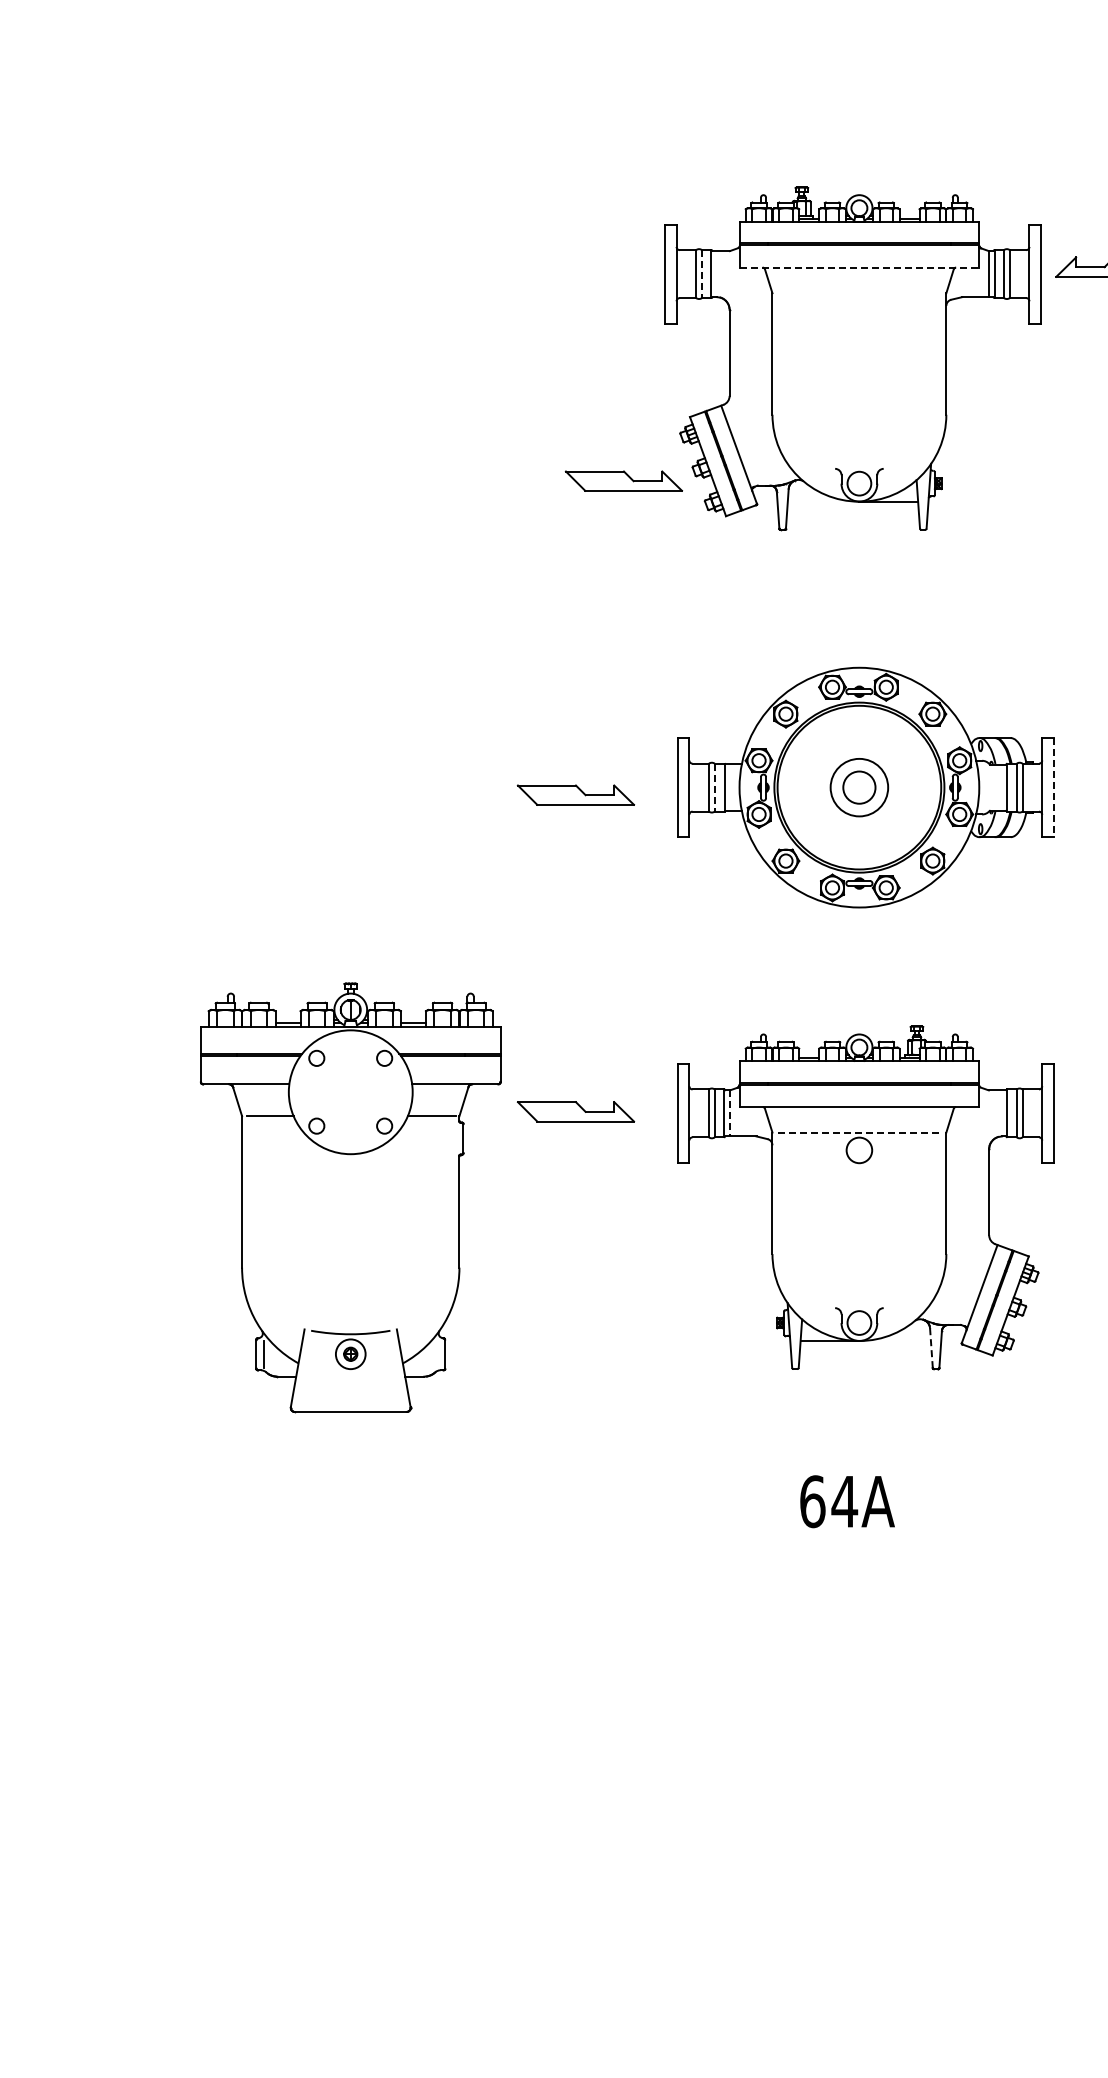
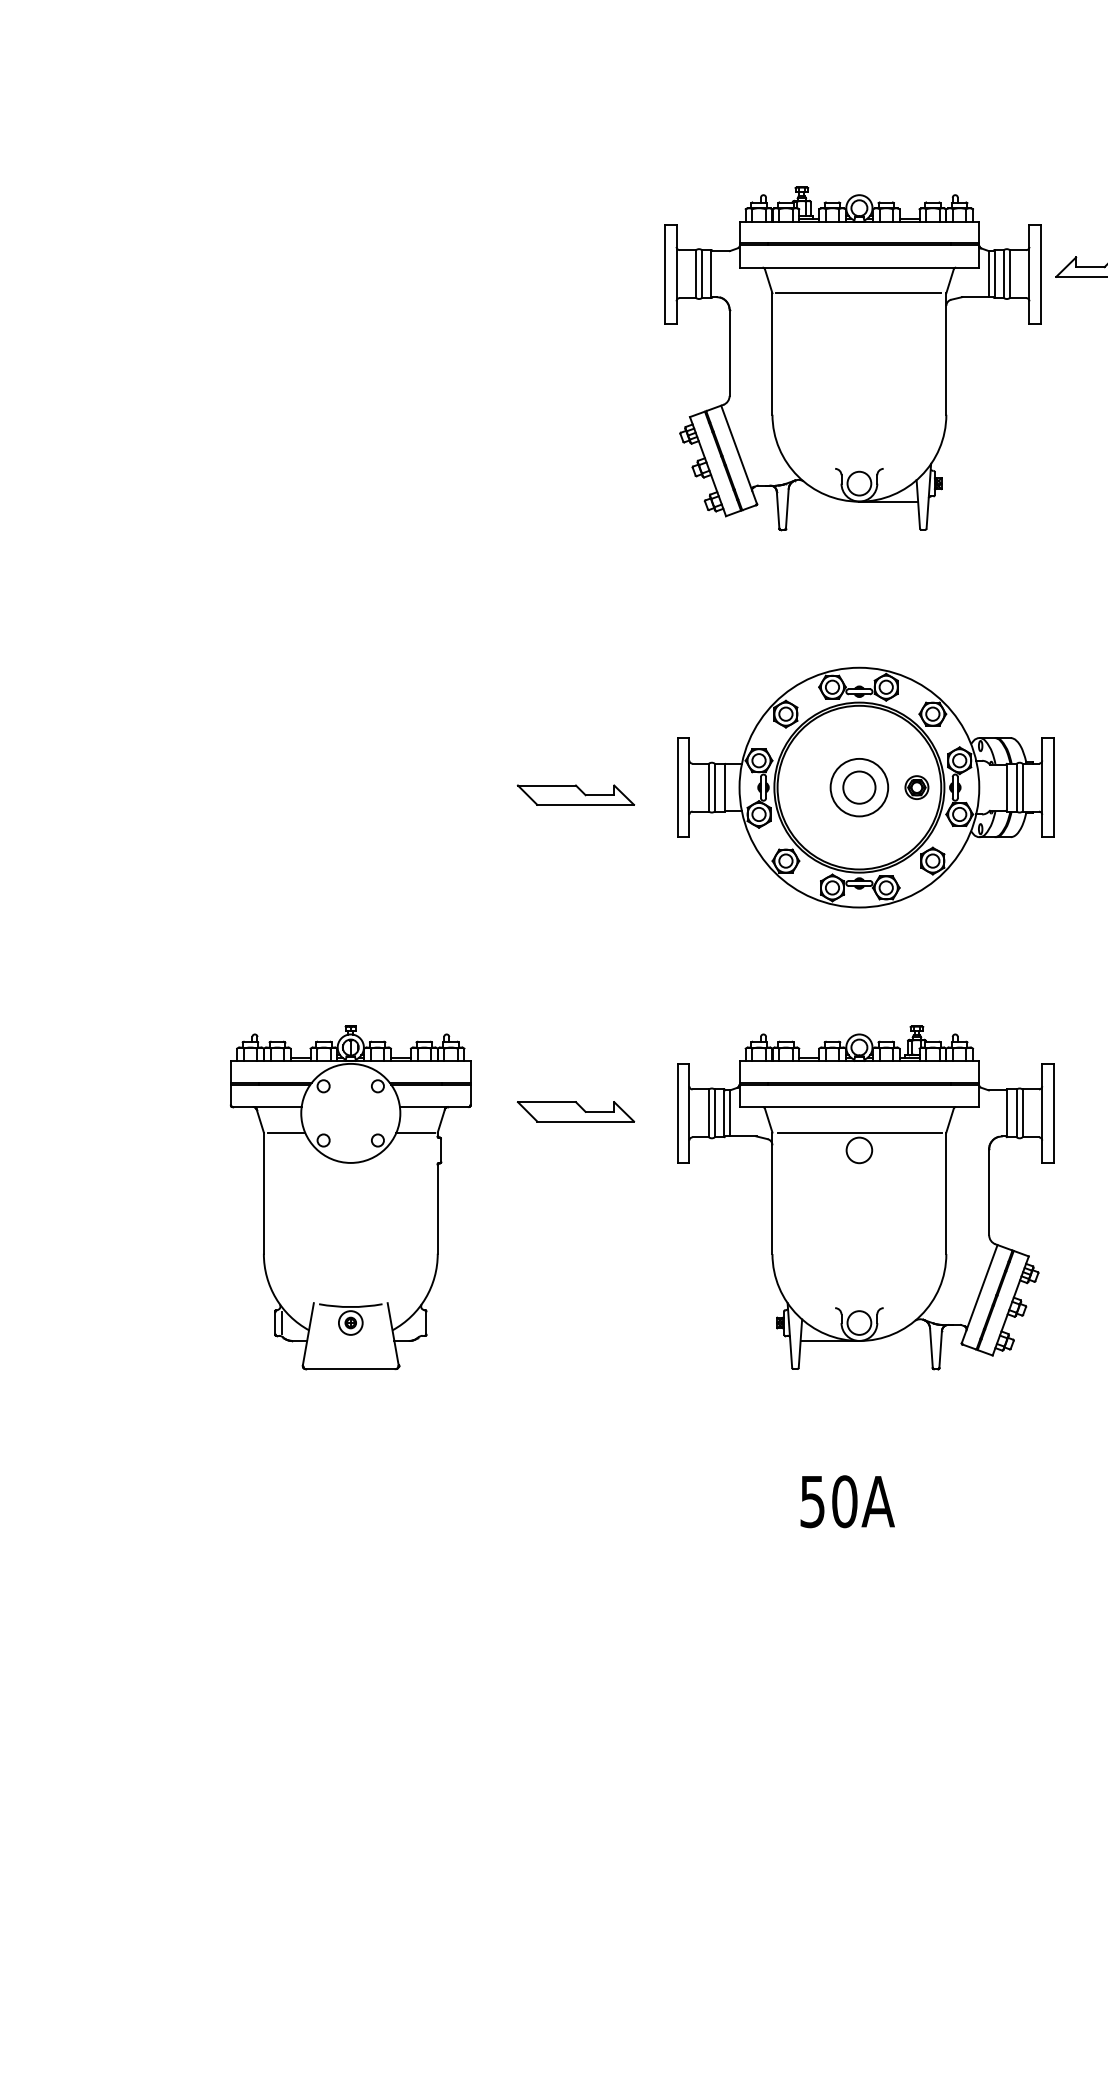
line at (859, 267): dashed -> solid
line at (701, 274): dashed -> solid
line at (858, 293): none -> present
part at (623, 480): present -> none
line at (714, 787): dashed -> solid
part at (916, 787): none -> present
line at (1053, 787): dashed -> solid
line at (729, 1113): dashed -> solid
line at (860, 1132): dashed -> solid
part at (350, 1197) size: 302x432 px -> 242x346 px
line at (931, 1348): dashed -> solid
text at (829, 1501): 64A -> 50A
